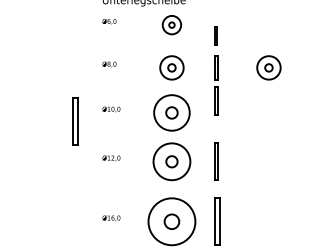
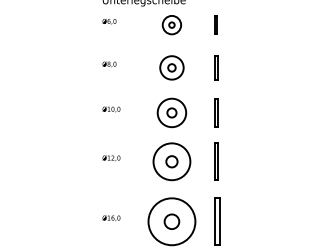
line at (215, 35) position: (215, 35) -> (215, 24)
part at (268, 67): present -> none
line at (215, 100) position: (215, 100) -> (215, 112)
part at (171, 112) size: 38x38 px -> 32x32 px
part at (75, 121): present -> none
